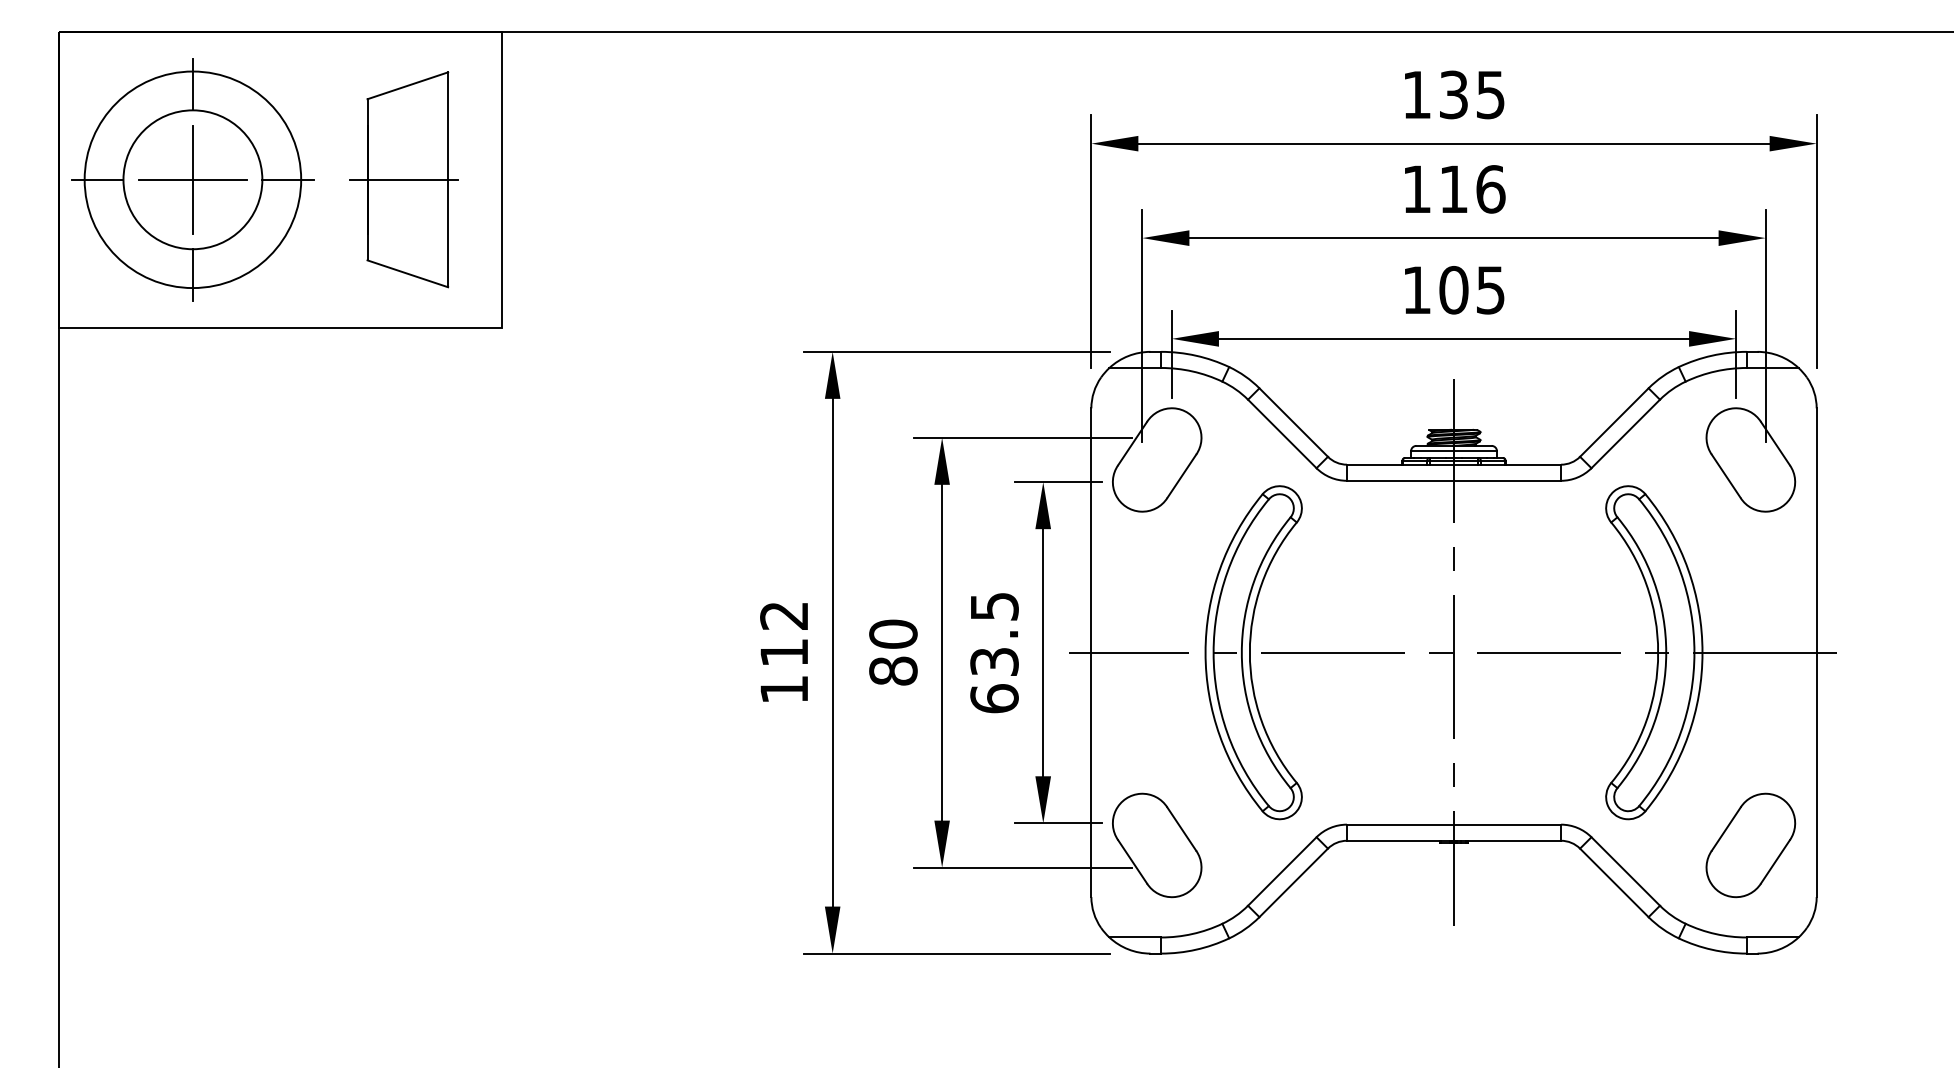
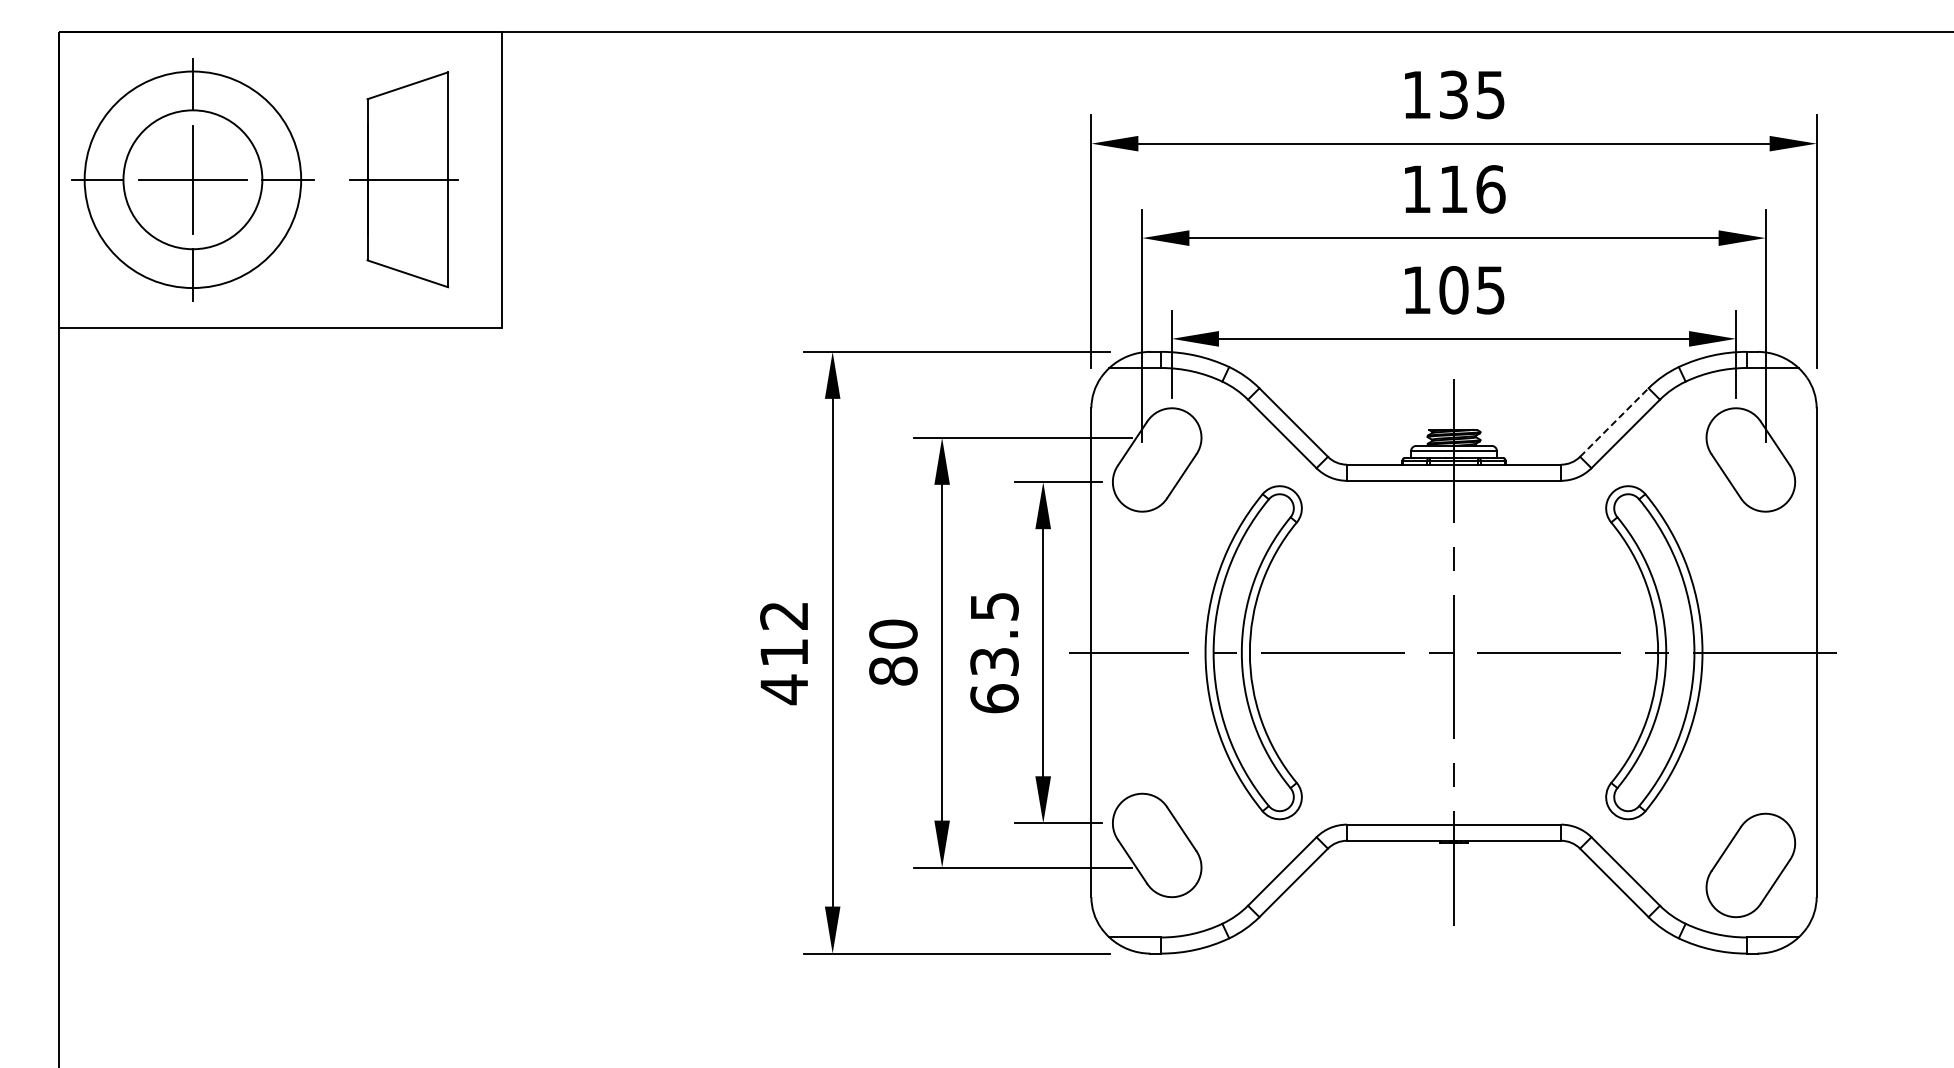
line at (1614, 422): solid -> dashed
text at (783, 689): 112 -> 412
part at (1750, 845) position: (1750, 845) -> (1750, 865)
